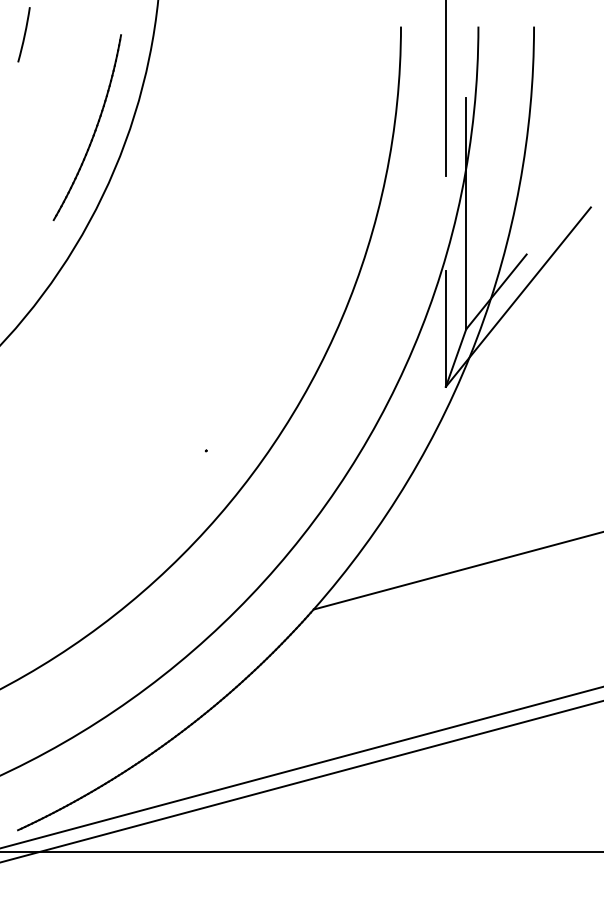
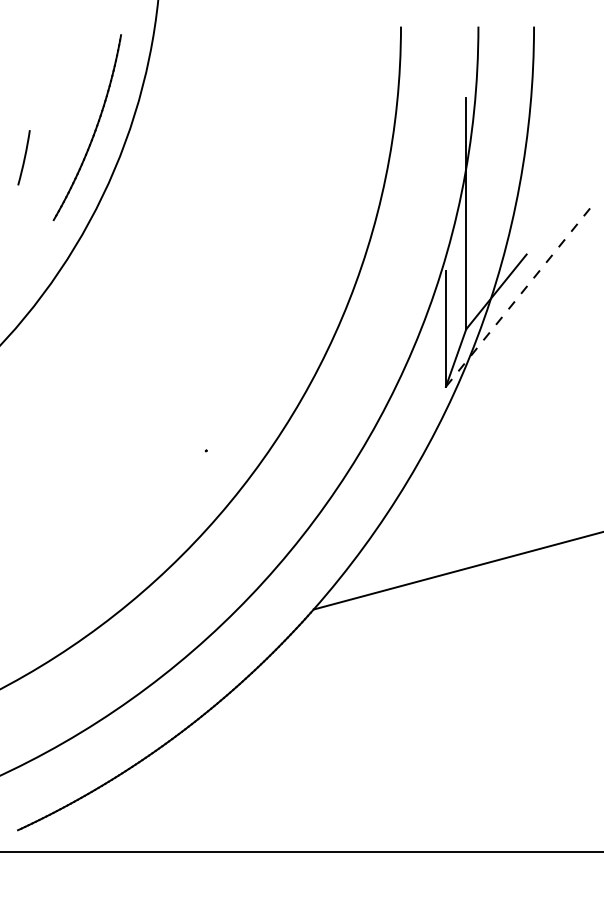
line at (24, 34) position: (24, 34) -> (24, 157)
line at (445, 88): present -> none
line at (518, 296): solid -> dashed
line at (301, 767): present -> none
line at (301, 781): present -> none
